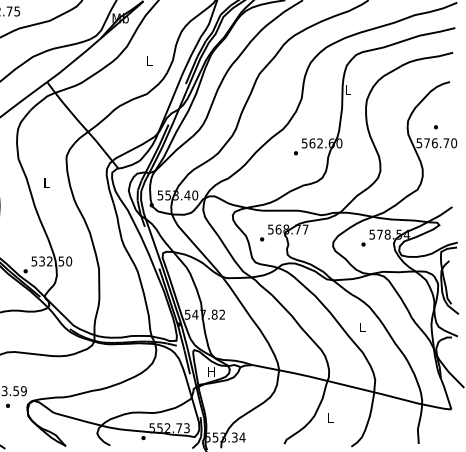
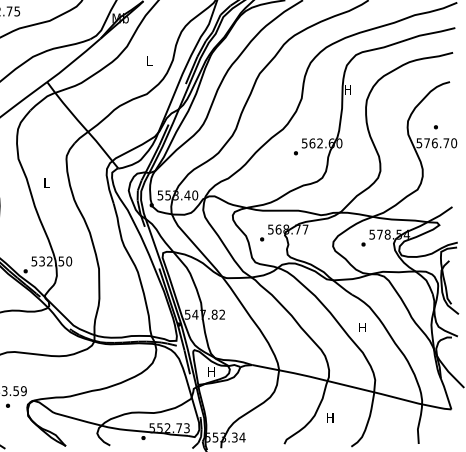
text at (347, 89): L -> H
text at (362, 327): L -> H
text at (330, 417): L -> H
